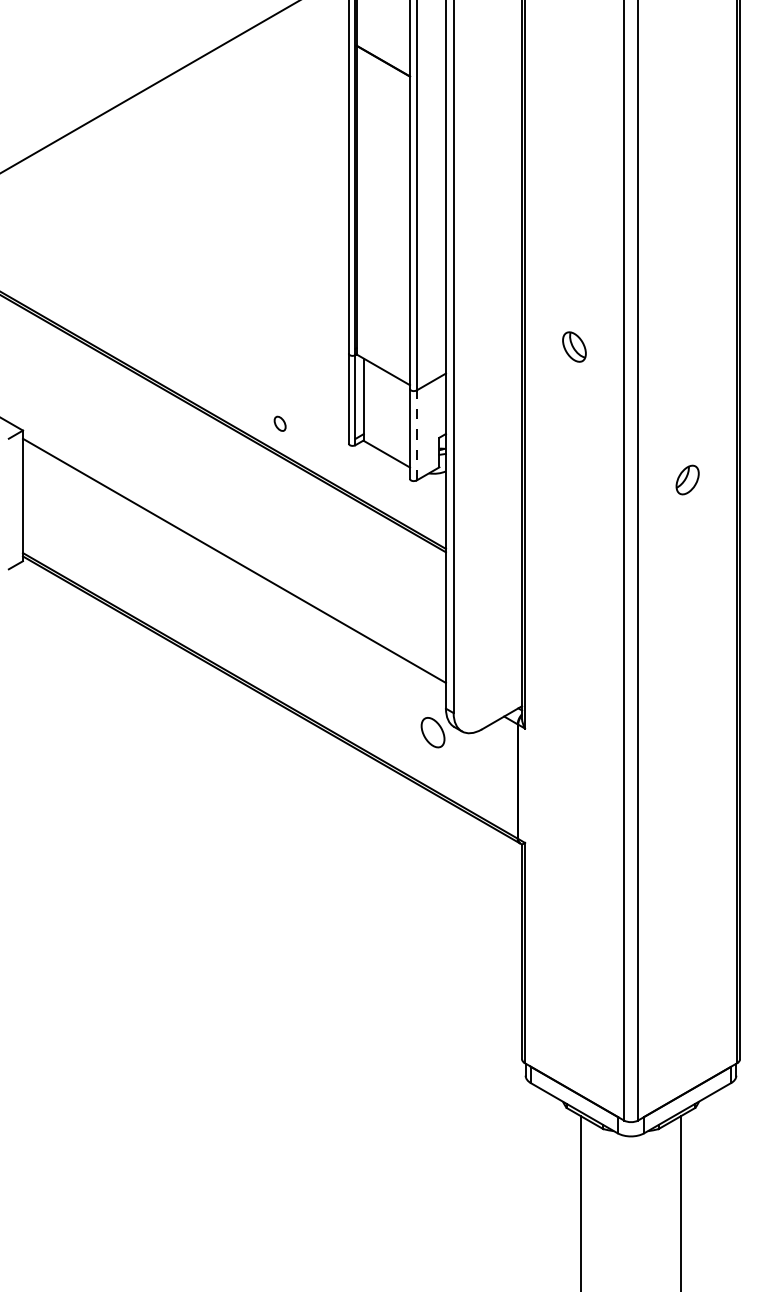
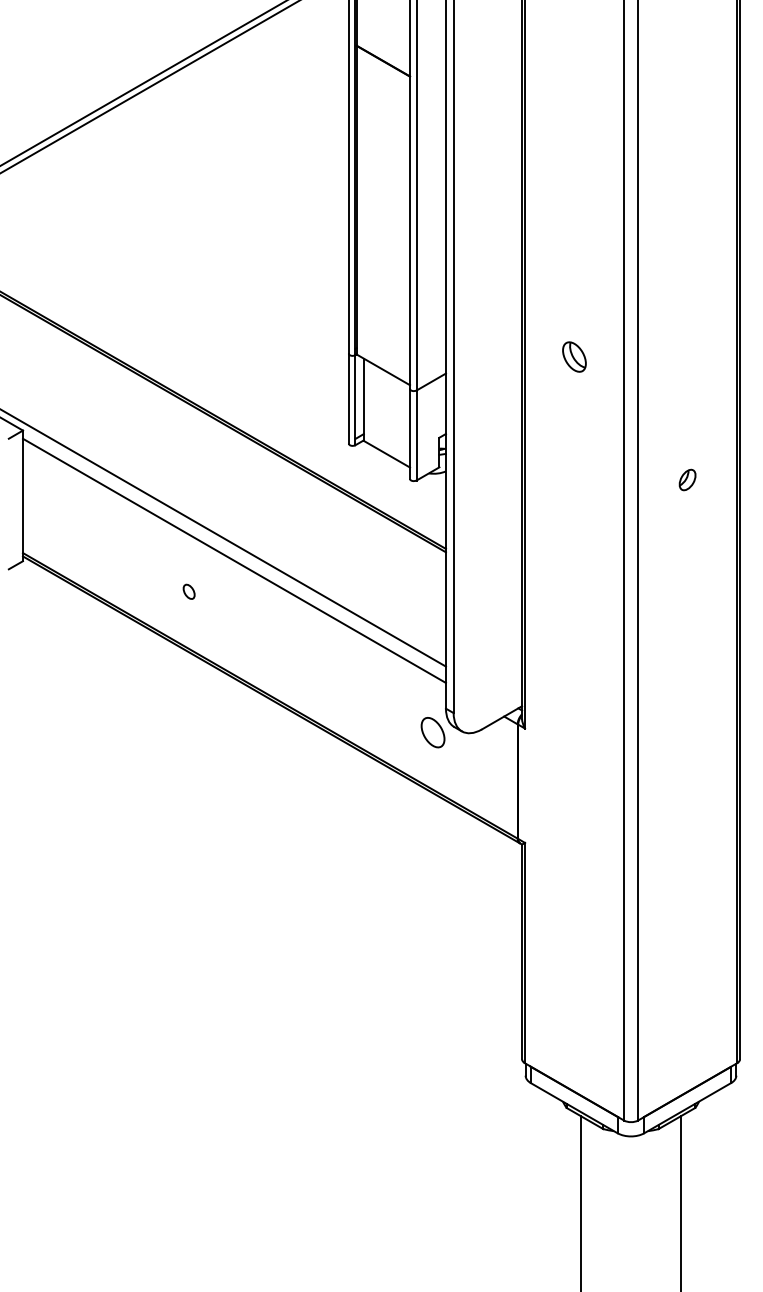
line at (142, 83): none -> present
part at (574, 346) position: (574, 346) -> (574, 356)
part at (279, 423) position: (279, 423) -> (188, 591)
line at (416, 435): dashed -> solid
part at (687, 479) size: 25x32 px -> 19x24 px
line at (223, 538): none -> present
